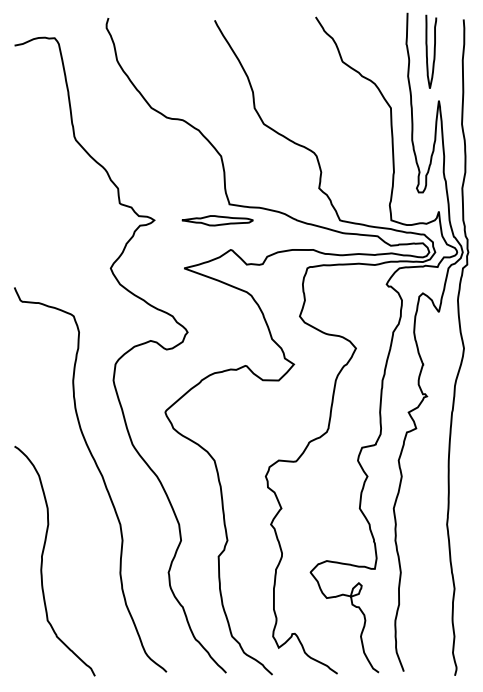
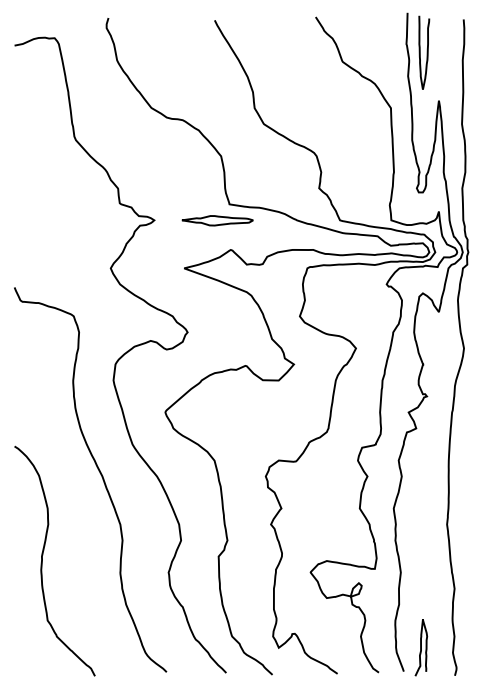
curve at (433, 51) position: (433, 51) -> (426, 52)
curve at (421, 647): none -> present
